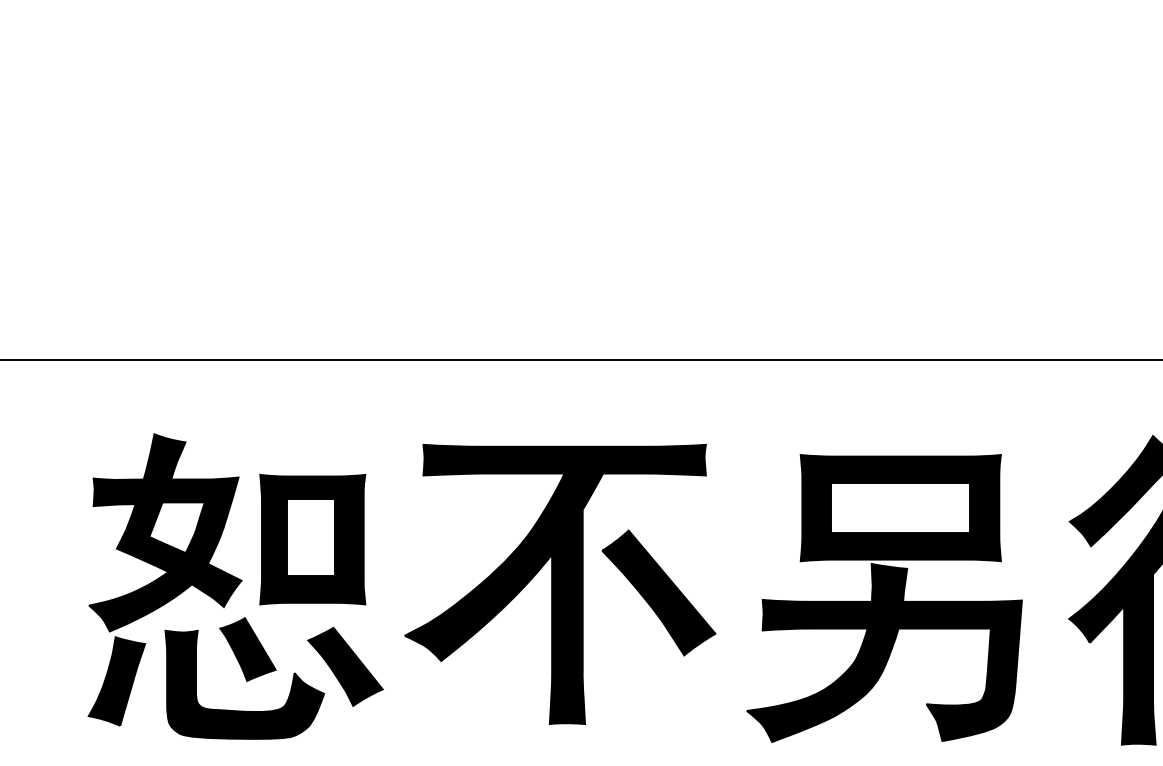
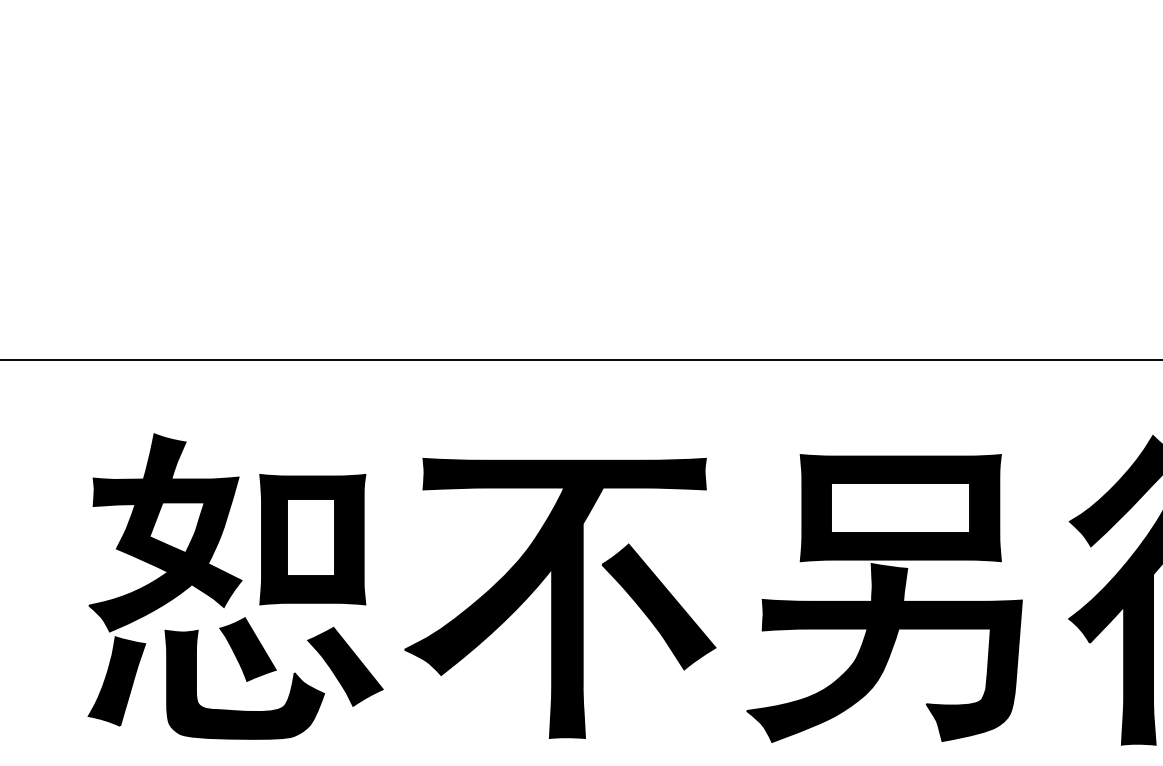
part at (560, 583) position: (560, 583) -> (560, 597)
